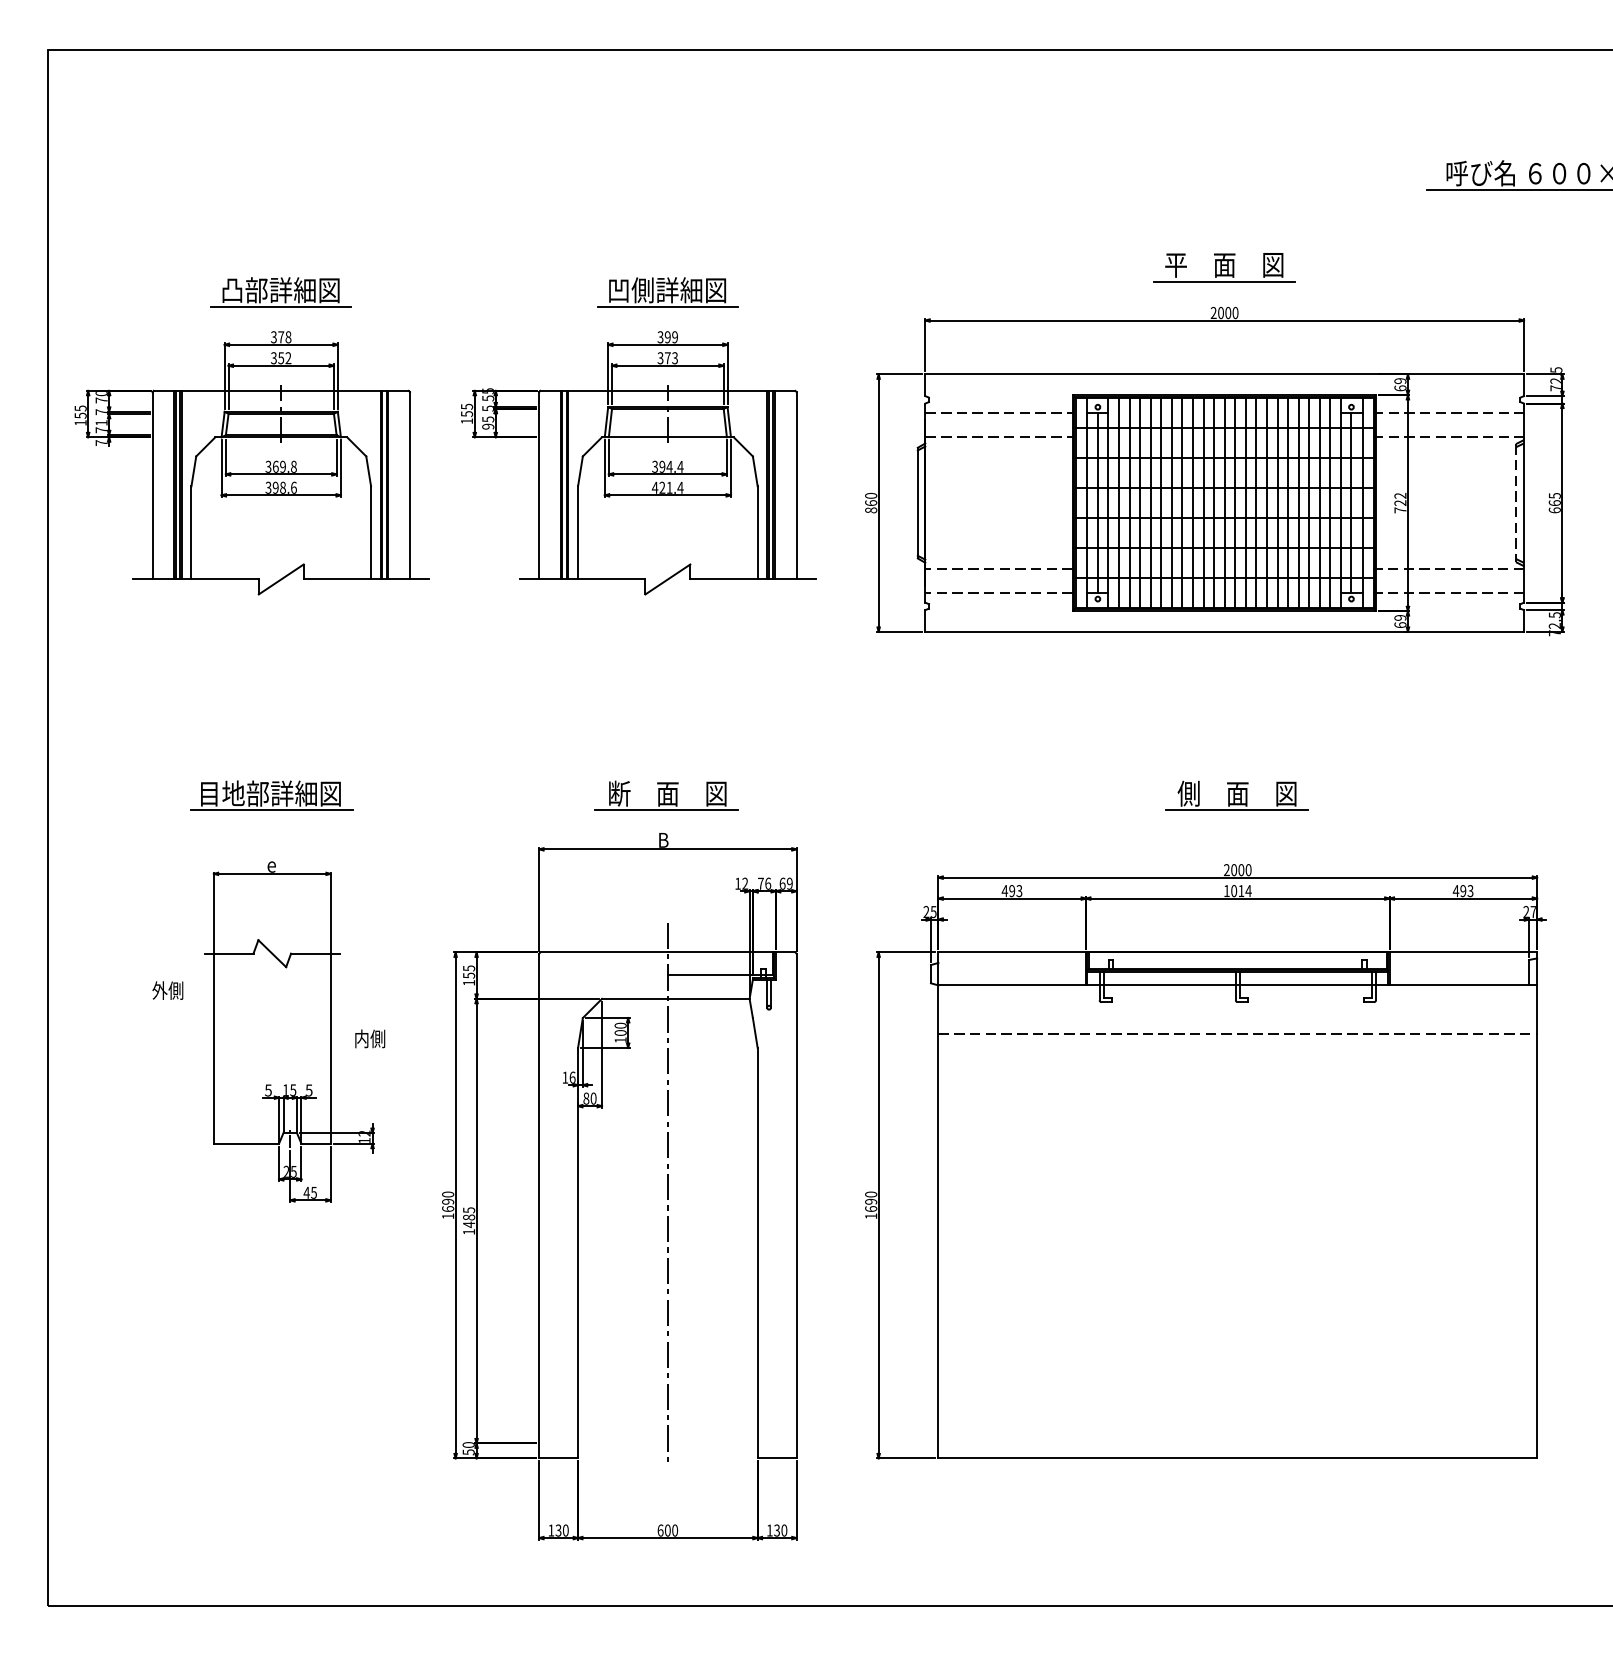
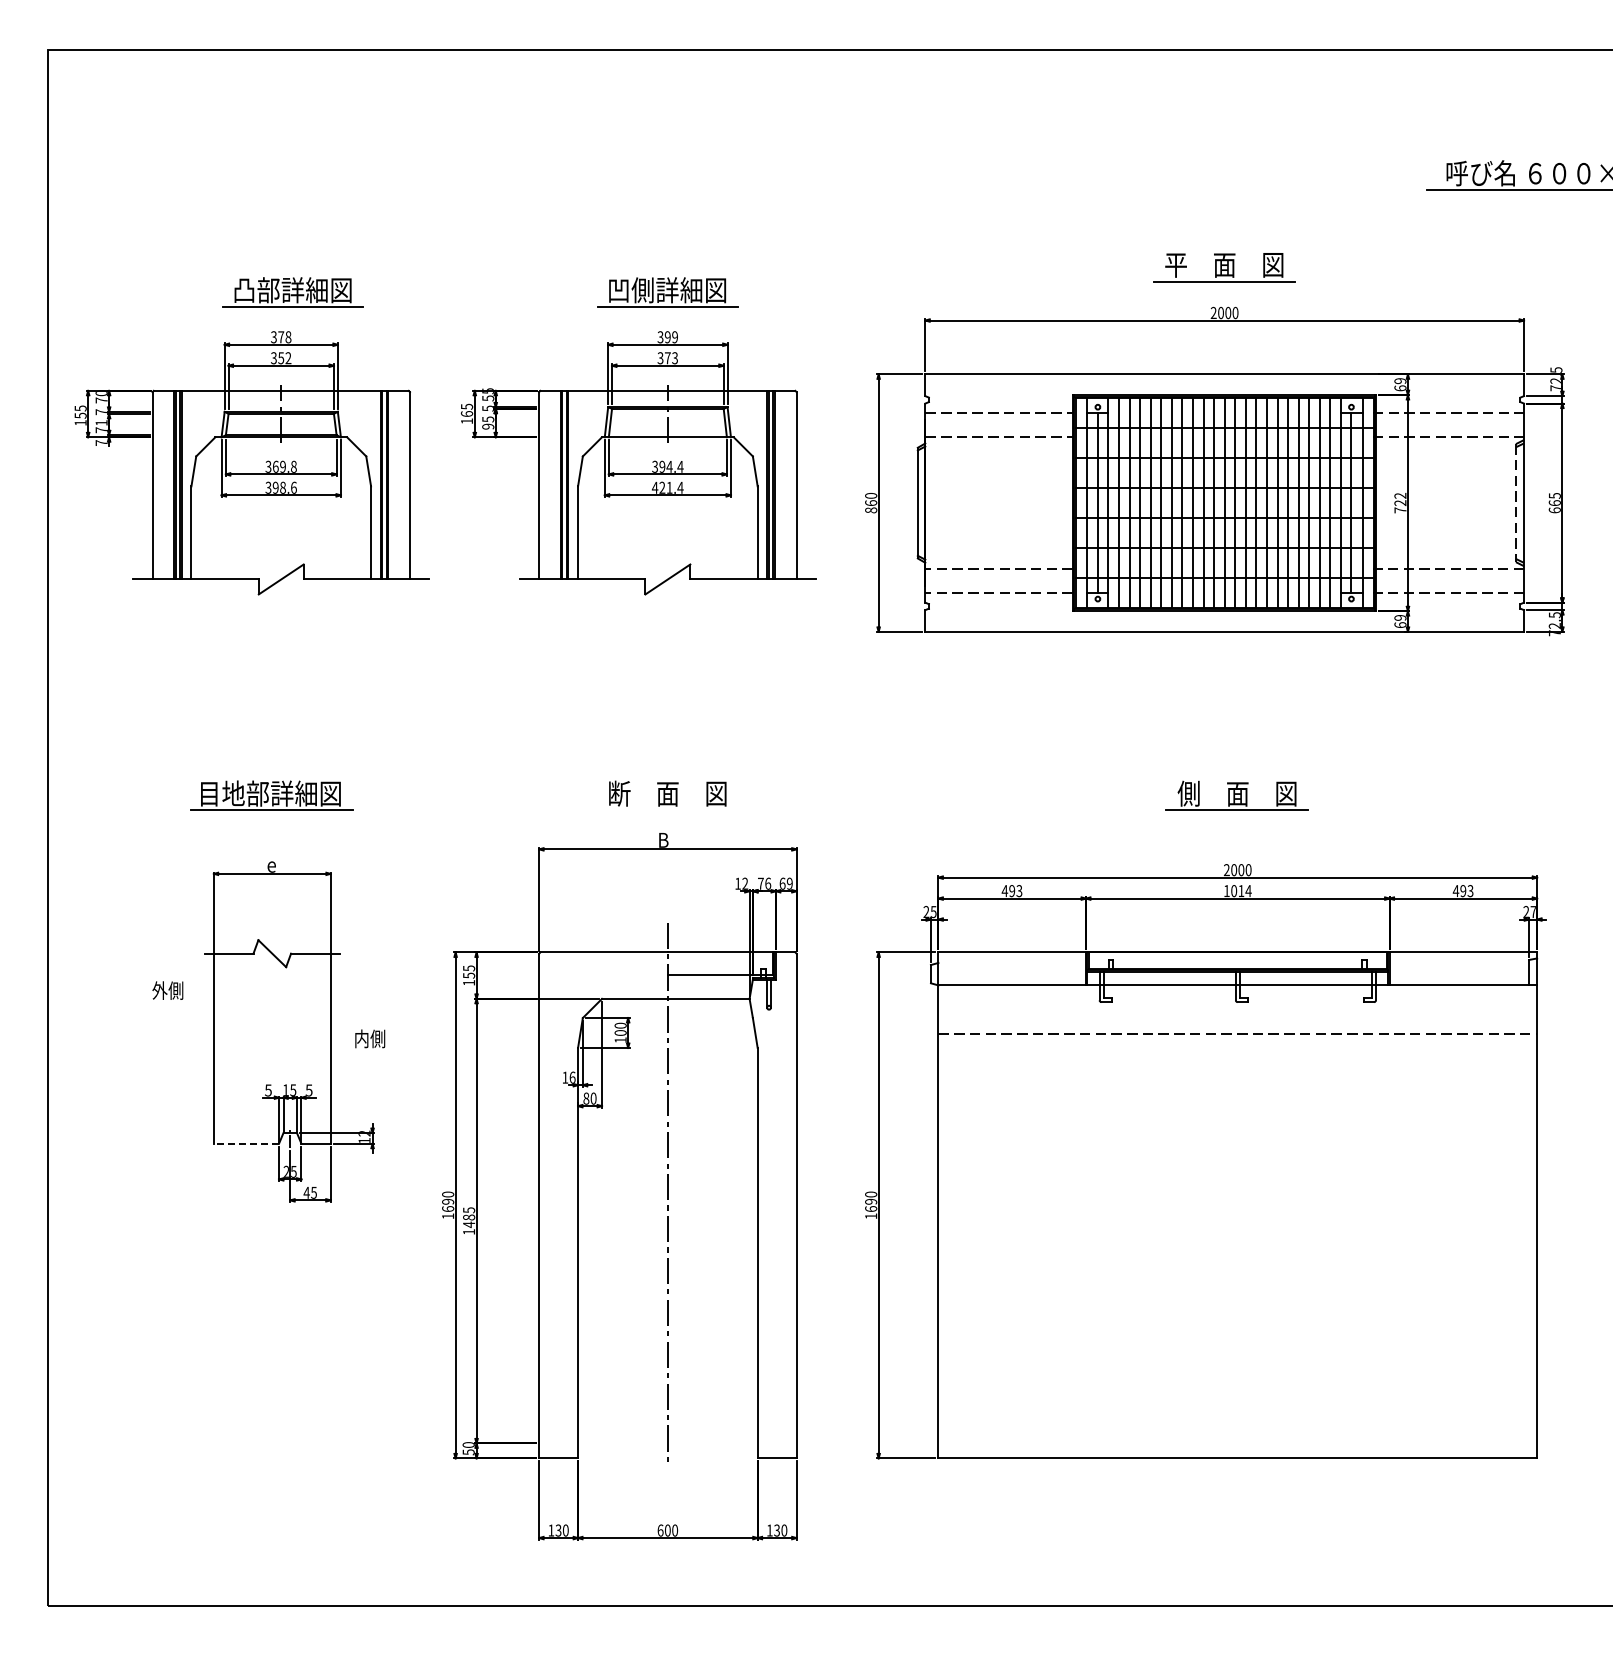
part at (280, 292) position: (280, 292) -> (292, 292)
text at (466, 414): 155 -> 165
line at (666, 810): present -> none
line at (246, 1143): solid -> dashed
